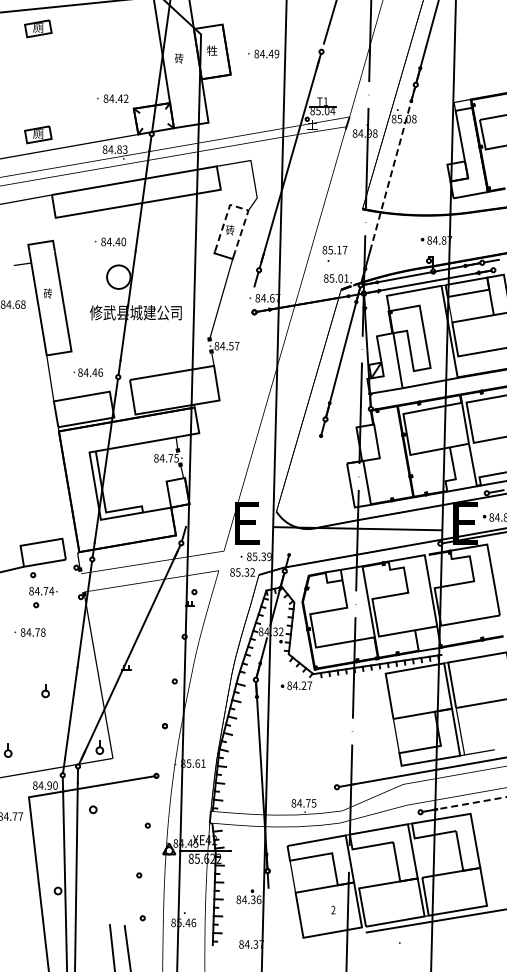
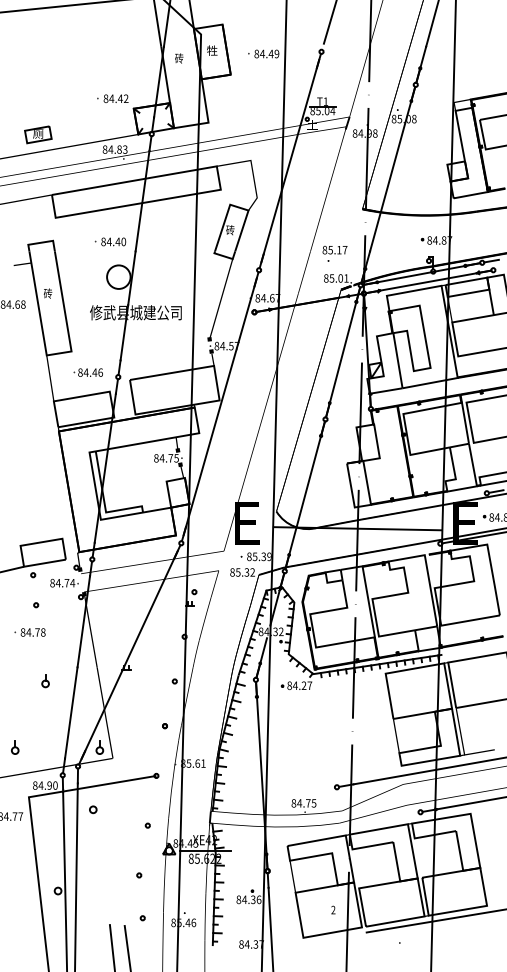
part at (38, 28): present -> none
line at (392, 168): dashed -> solid
line at (236, 206): dashed -> solid
line at (219, 406): none -> present
line at (304, 495): none -> present
text at (43, 590) position: (43, 590) -> (64, 582)
part at (45, 691) position: (45, 691) -> (45, 681)
part at (8, 750) position: (8, 750) -> (15, 747)
line at (471, 803): dashed -> solid
line at (270, 927): none -> present
